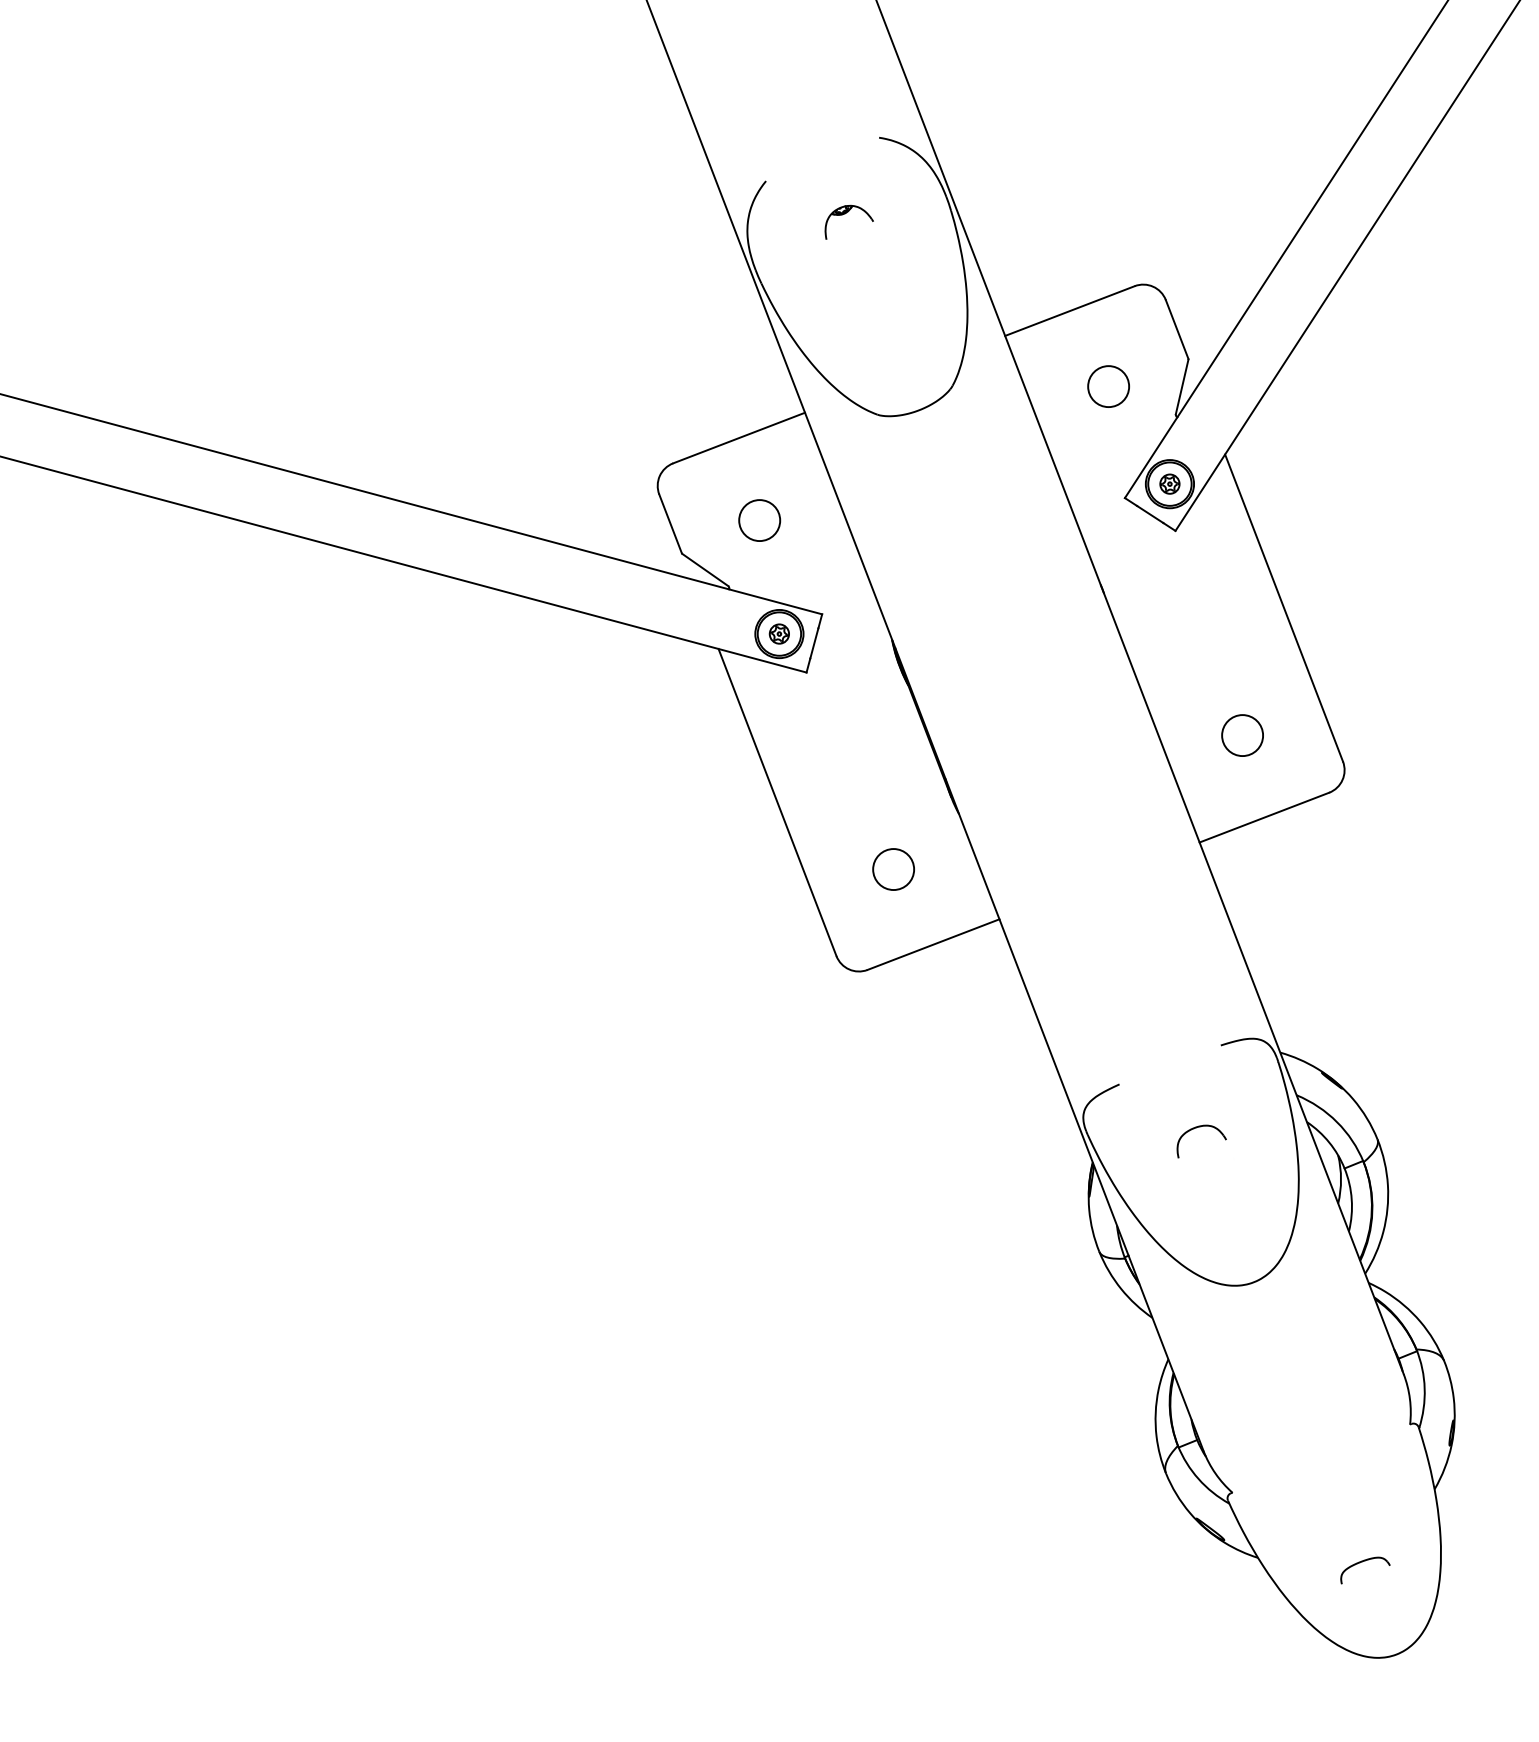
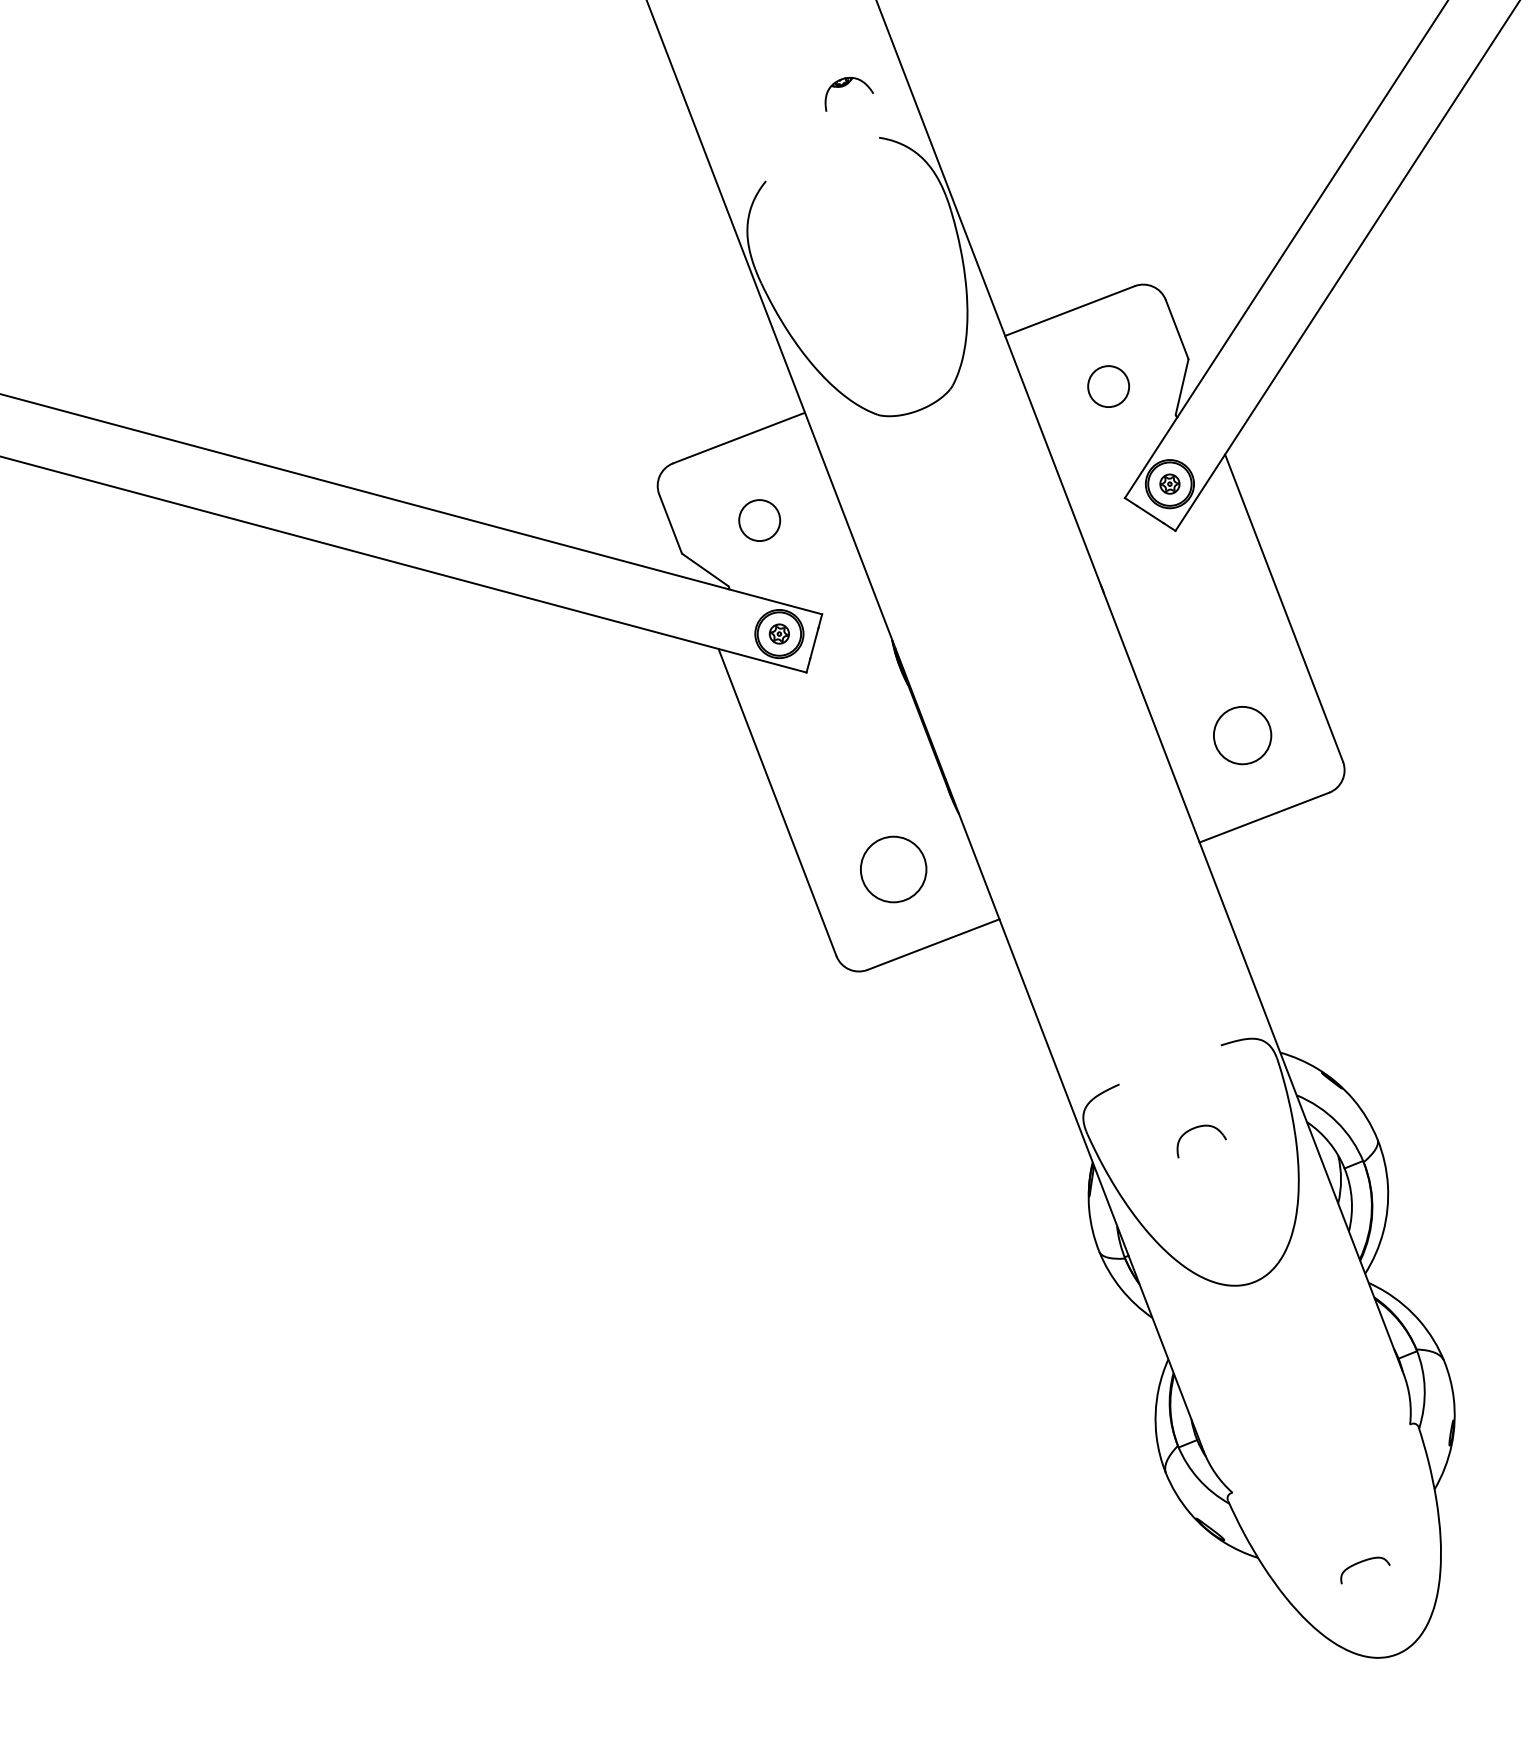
part at (845, 214) position: (845, 214) -> (845, 86)
circle at (1242, 735) diameter: 41 px -> 57 px
circle at (893, 869) diameter: 41 px -> 66 px
